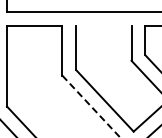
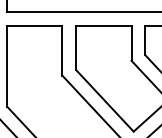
line at (103, 25): none -> present
line at (91, 106): dashed -> solid
